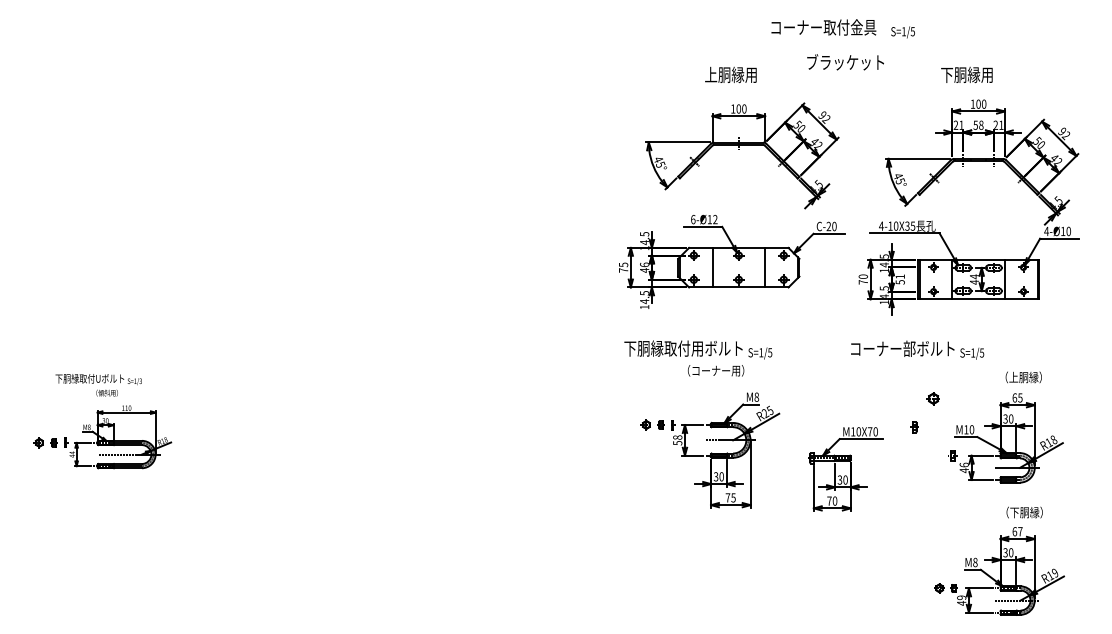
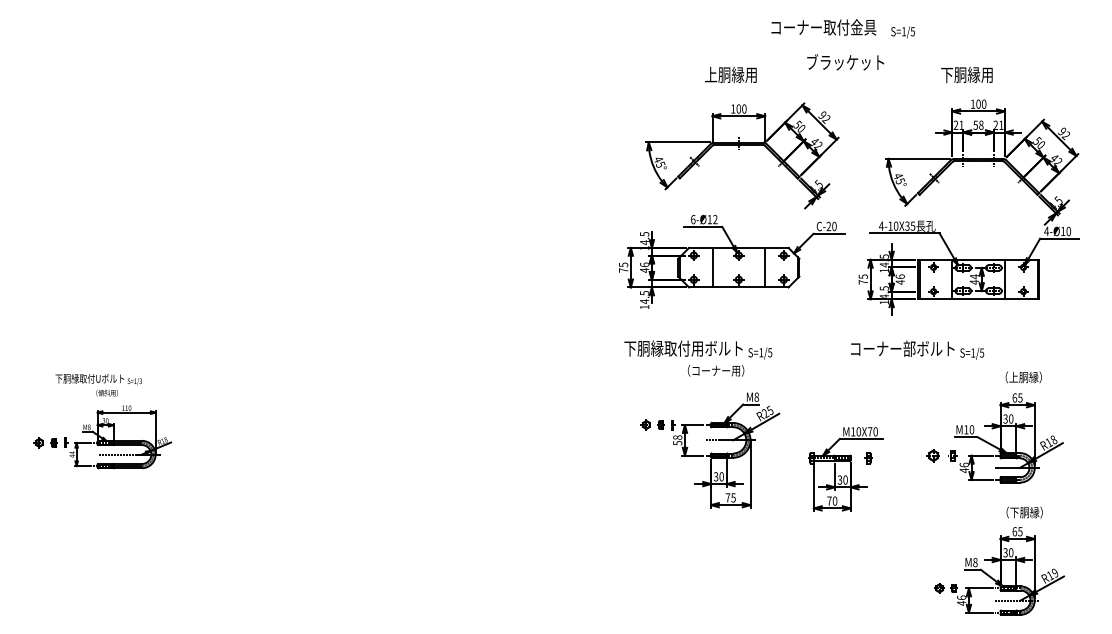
text at (862, 276): 70 -> 75
text at (899, 279): 51 -> 46
part at (932, 398) position: (932, 398) -> (932, 455)
part at (914, 427) position: (914, 427) -> (868, 458)
text at (1020, 531): 67 -> 65
text at (961, 597): 49 -> 46
